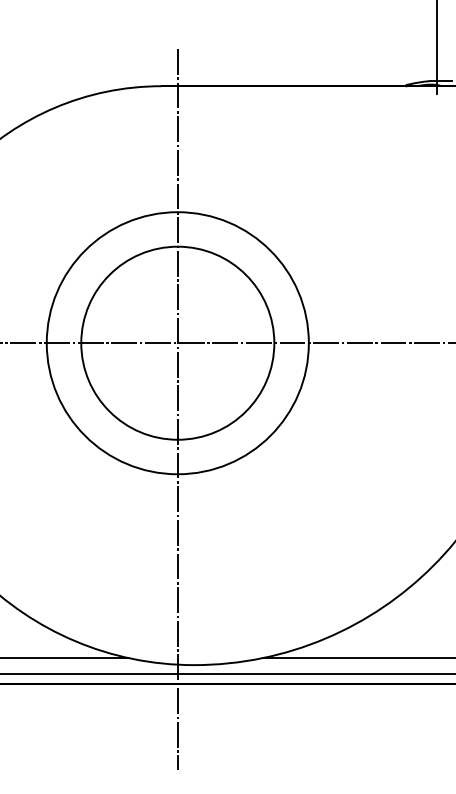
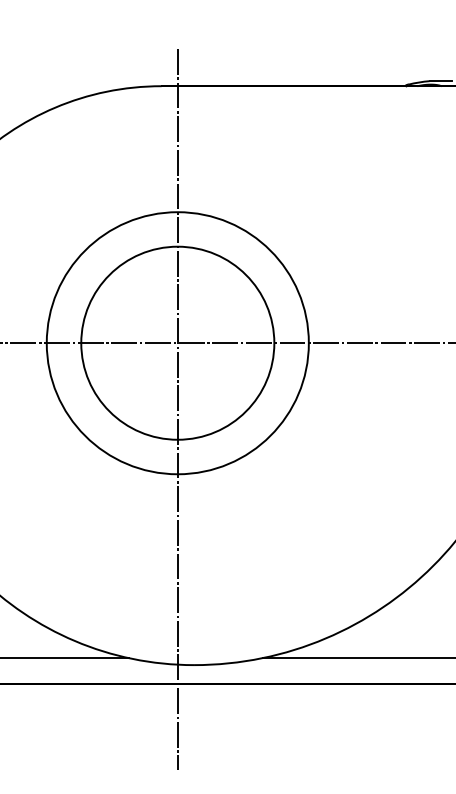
line at (436, 47): present -> none
line at (227, 673): present -> none
